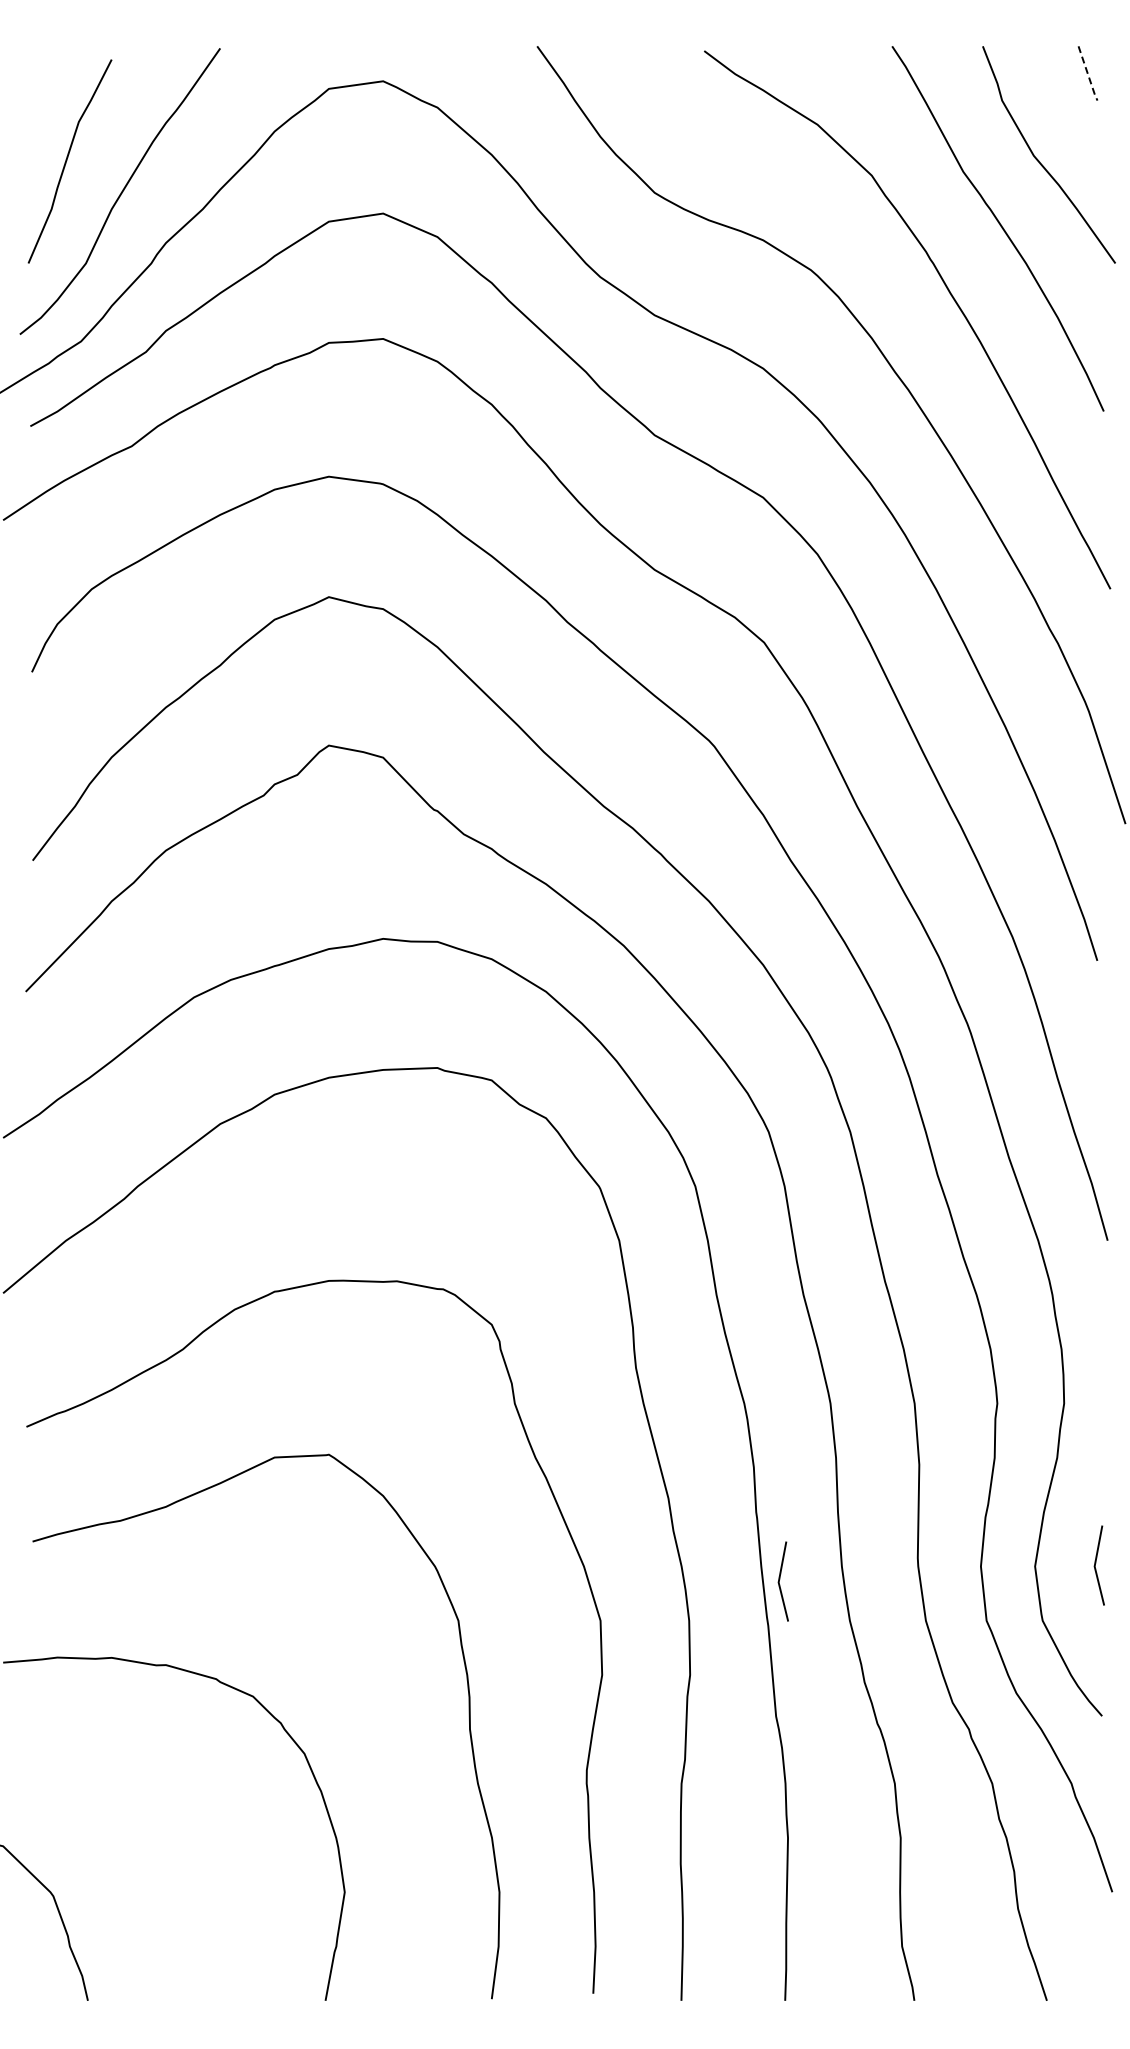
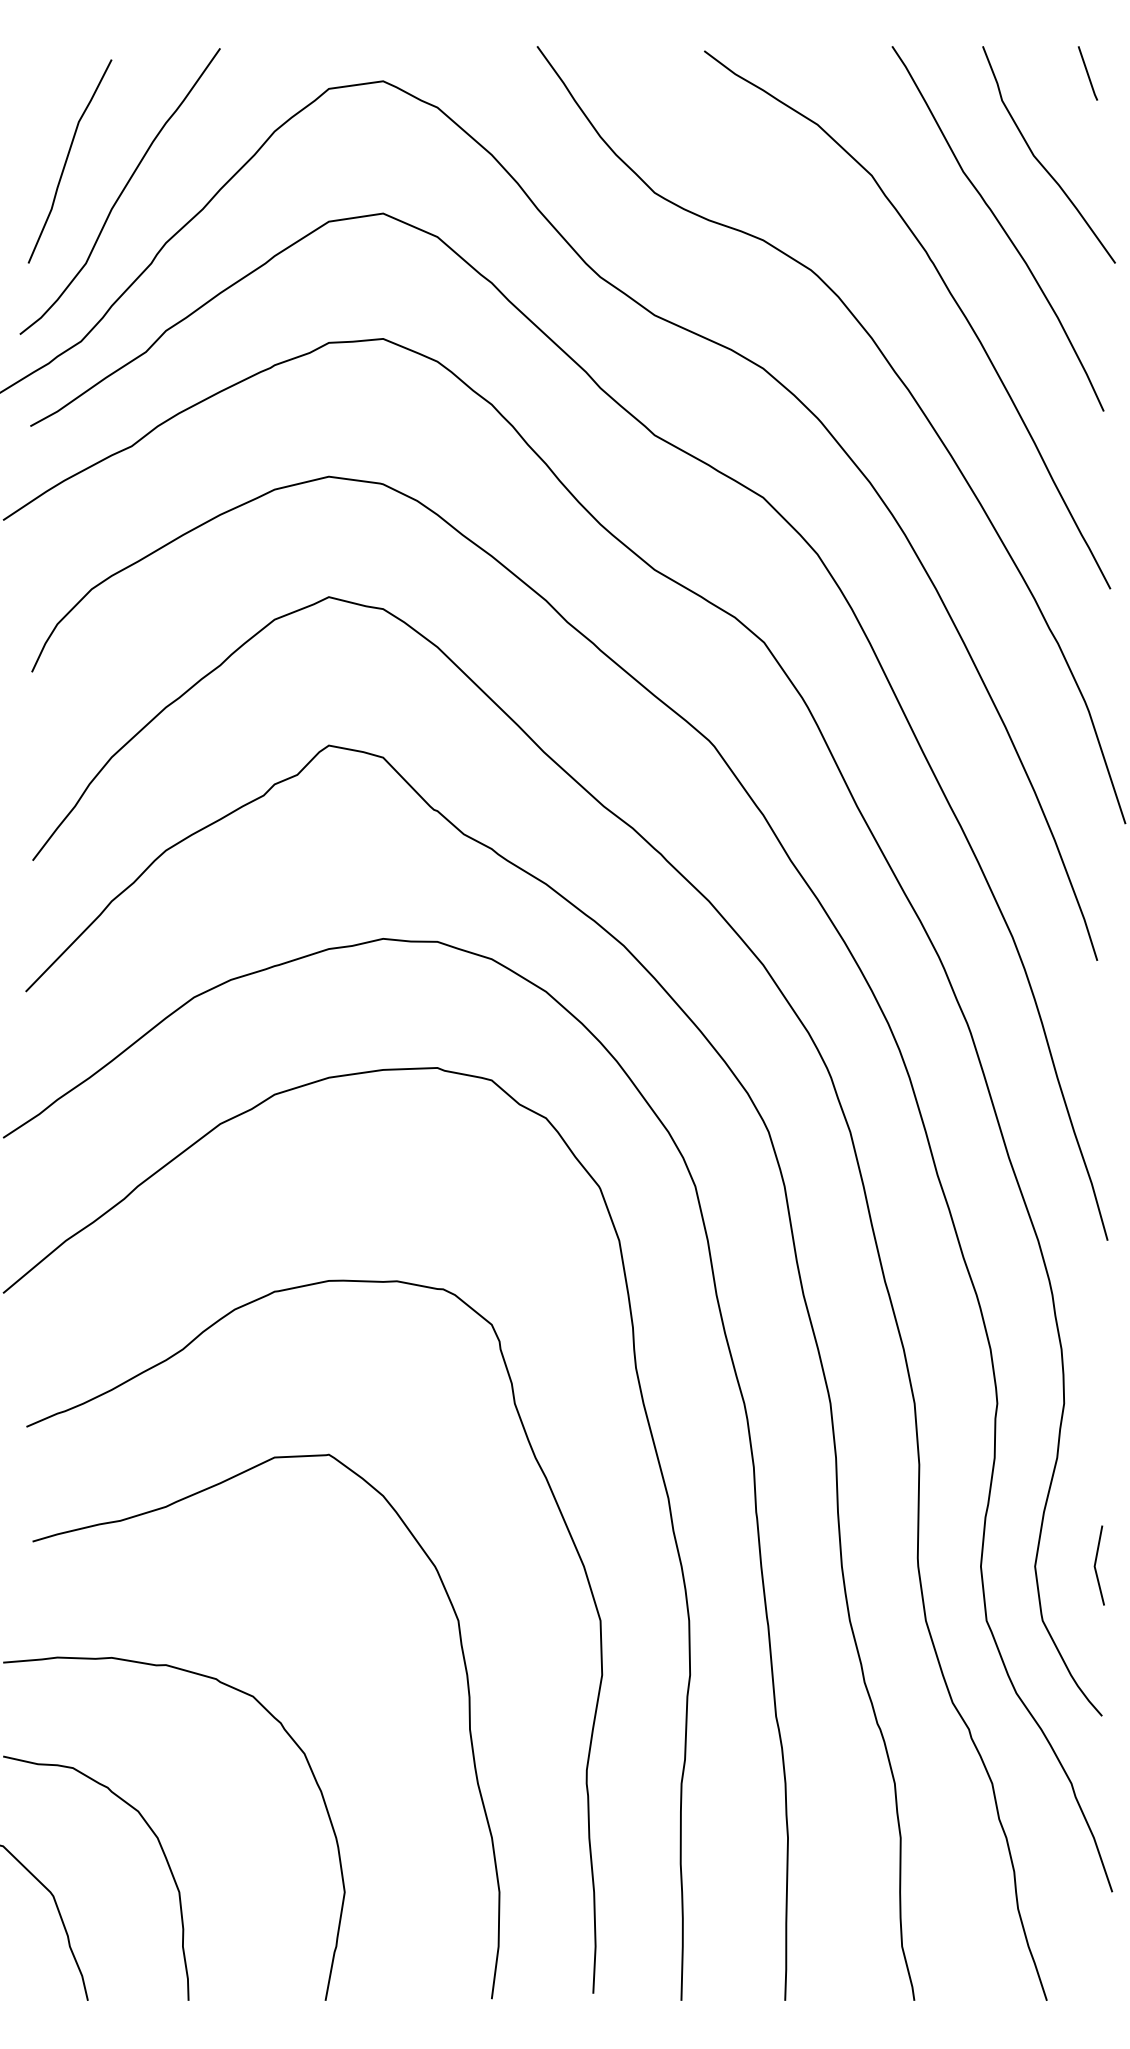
line at (1087, 74): dashed -> solid
line at (780, 1579): present -> none
curve at (161, 1850): none -> present
